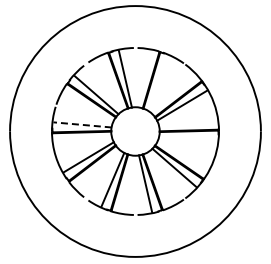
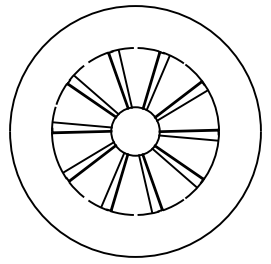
line at (157, 83): none -> present
line at (82, 124): dashed -> solid
line at (188, 137): none -> present
